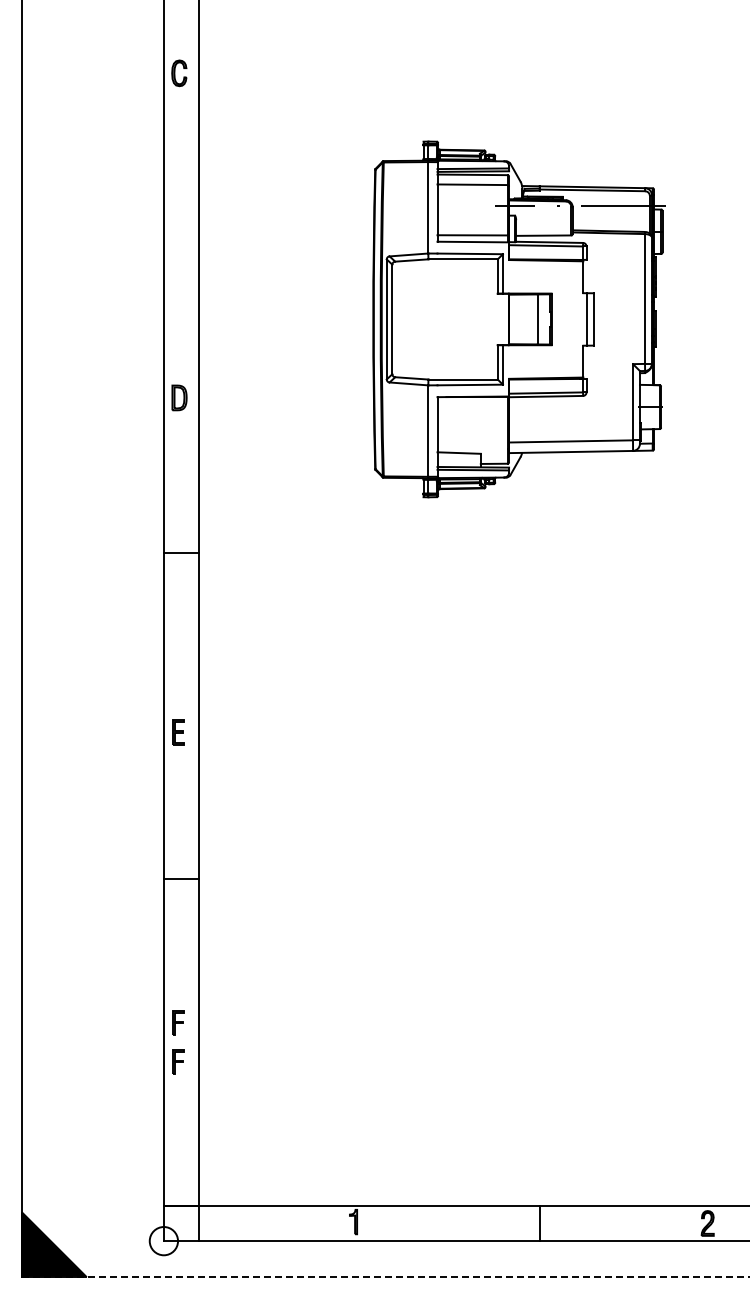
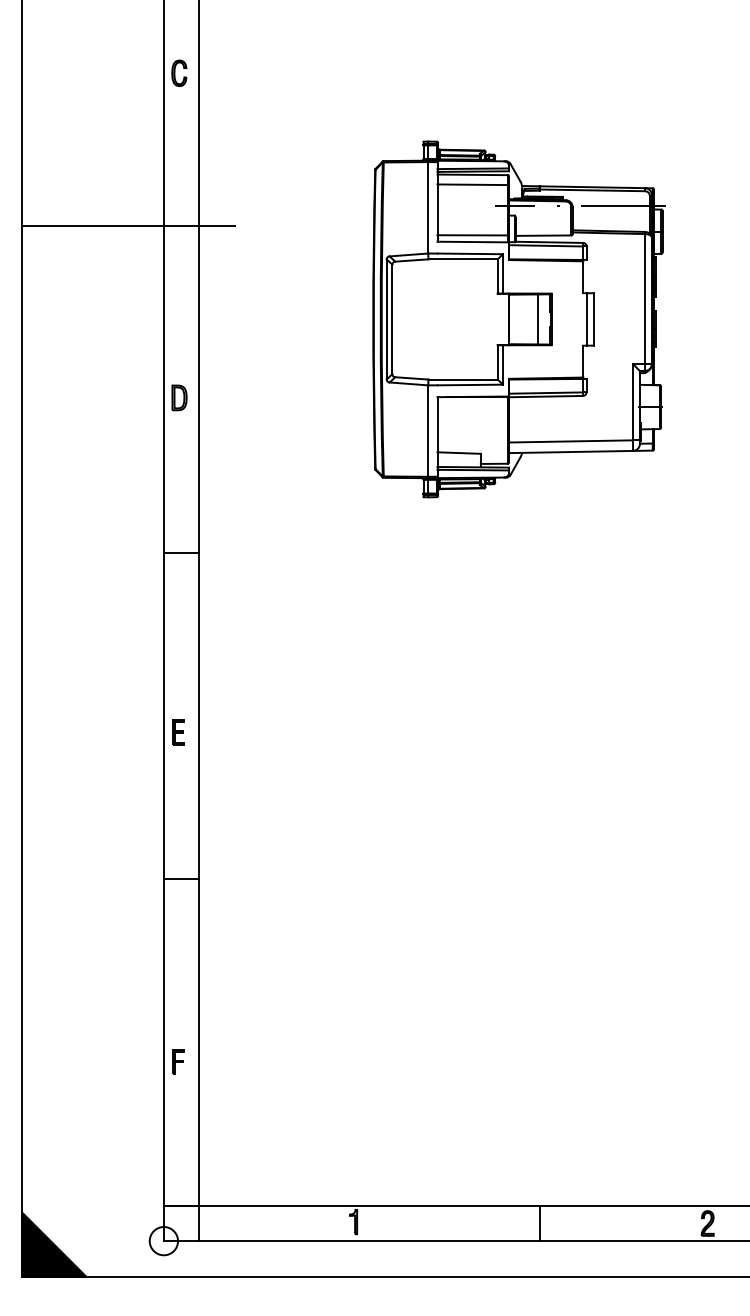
line at (128, 226): none -> present
part at (178, 1022): present -> none
line at (386, 1276): dashed -> solid
